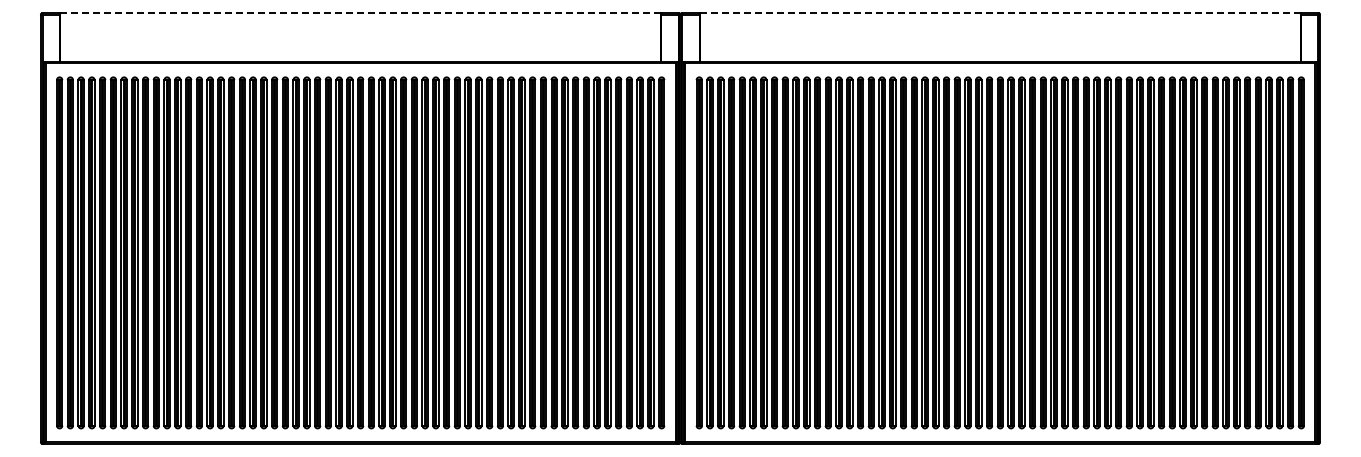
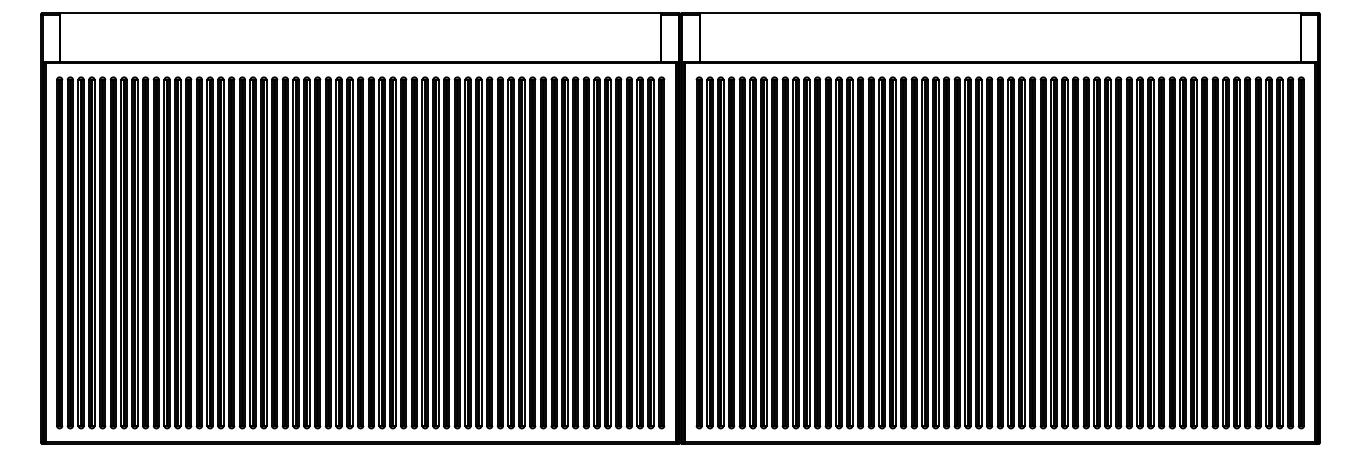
line at (360, 13): dashed -> solid
line at (999, 13): dashed -> solid
